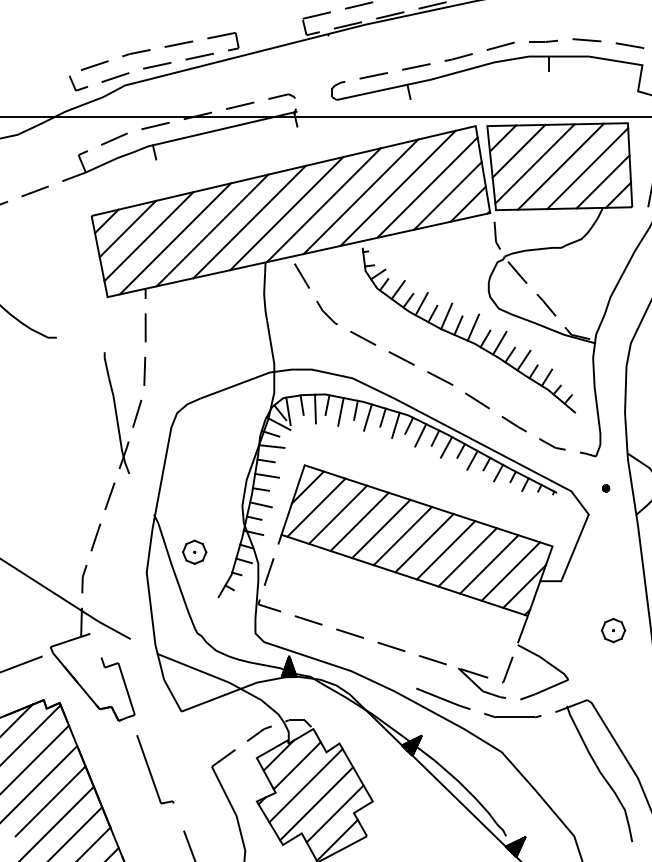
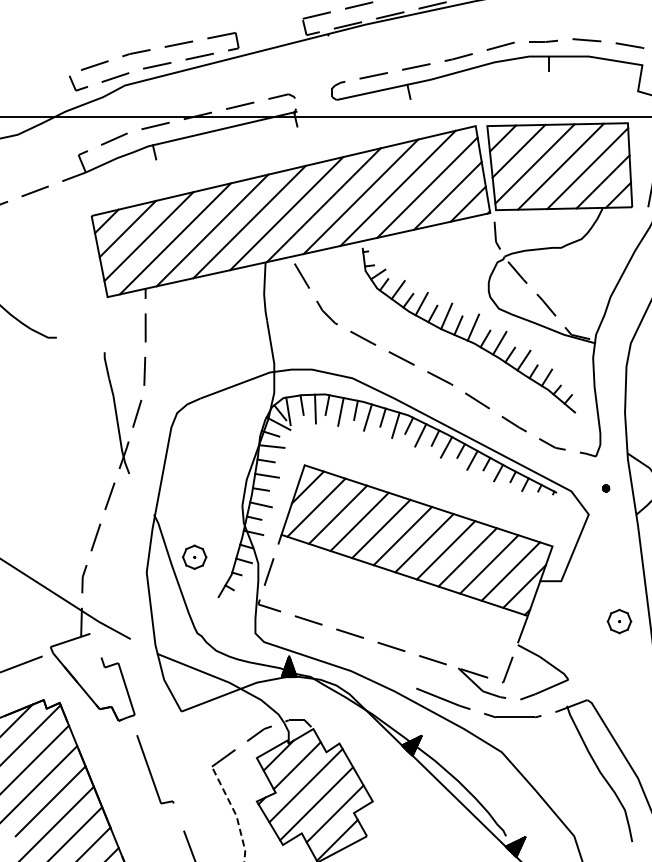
part at (194, 551) position: (194, 551) -> (194, 556)
part at (613, 630) position: (613, 630) -> (619, 621)
line at (234, 812): solid -> dashed
